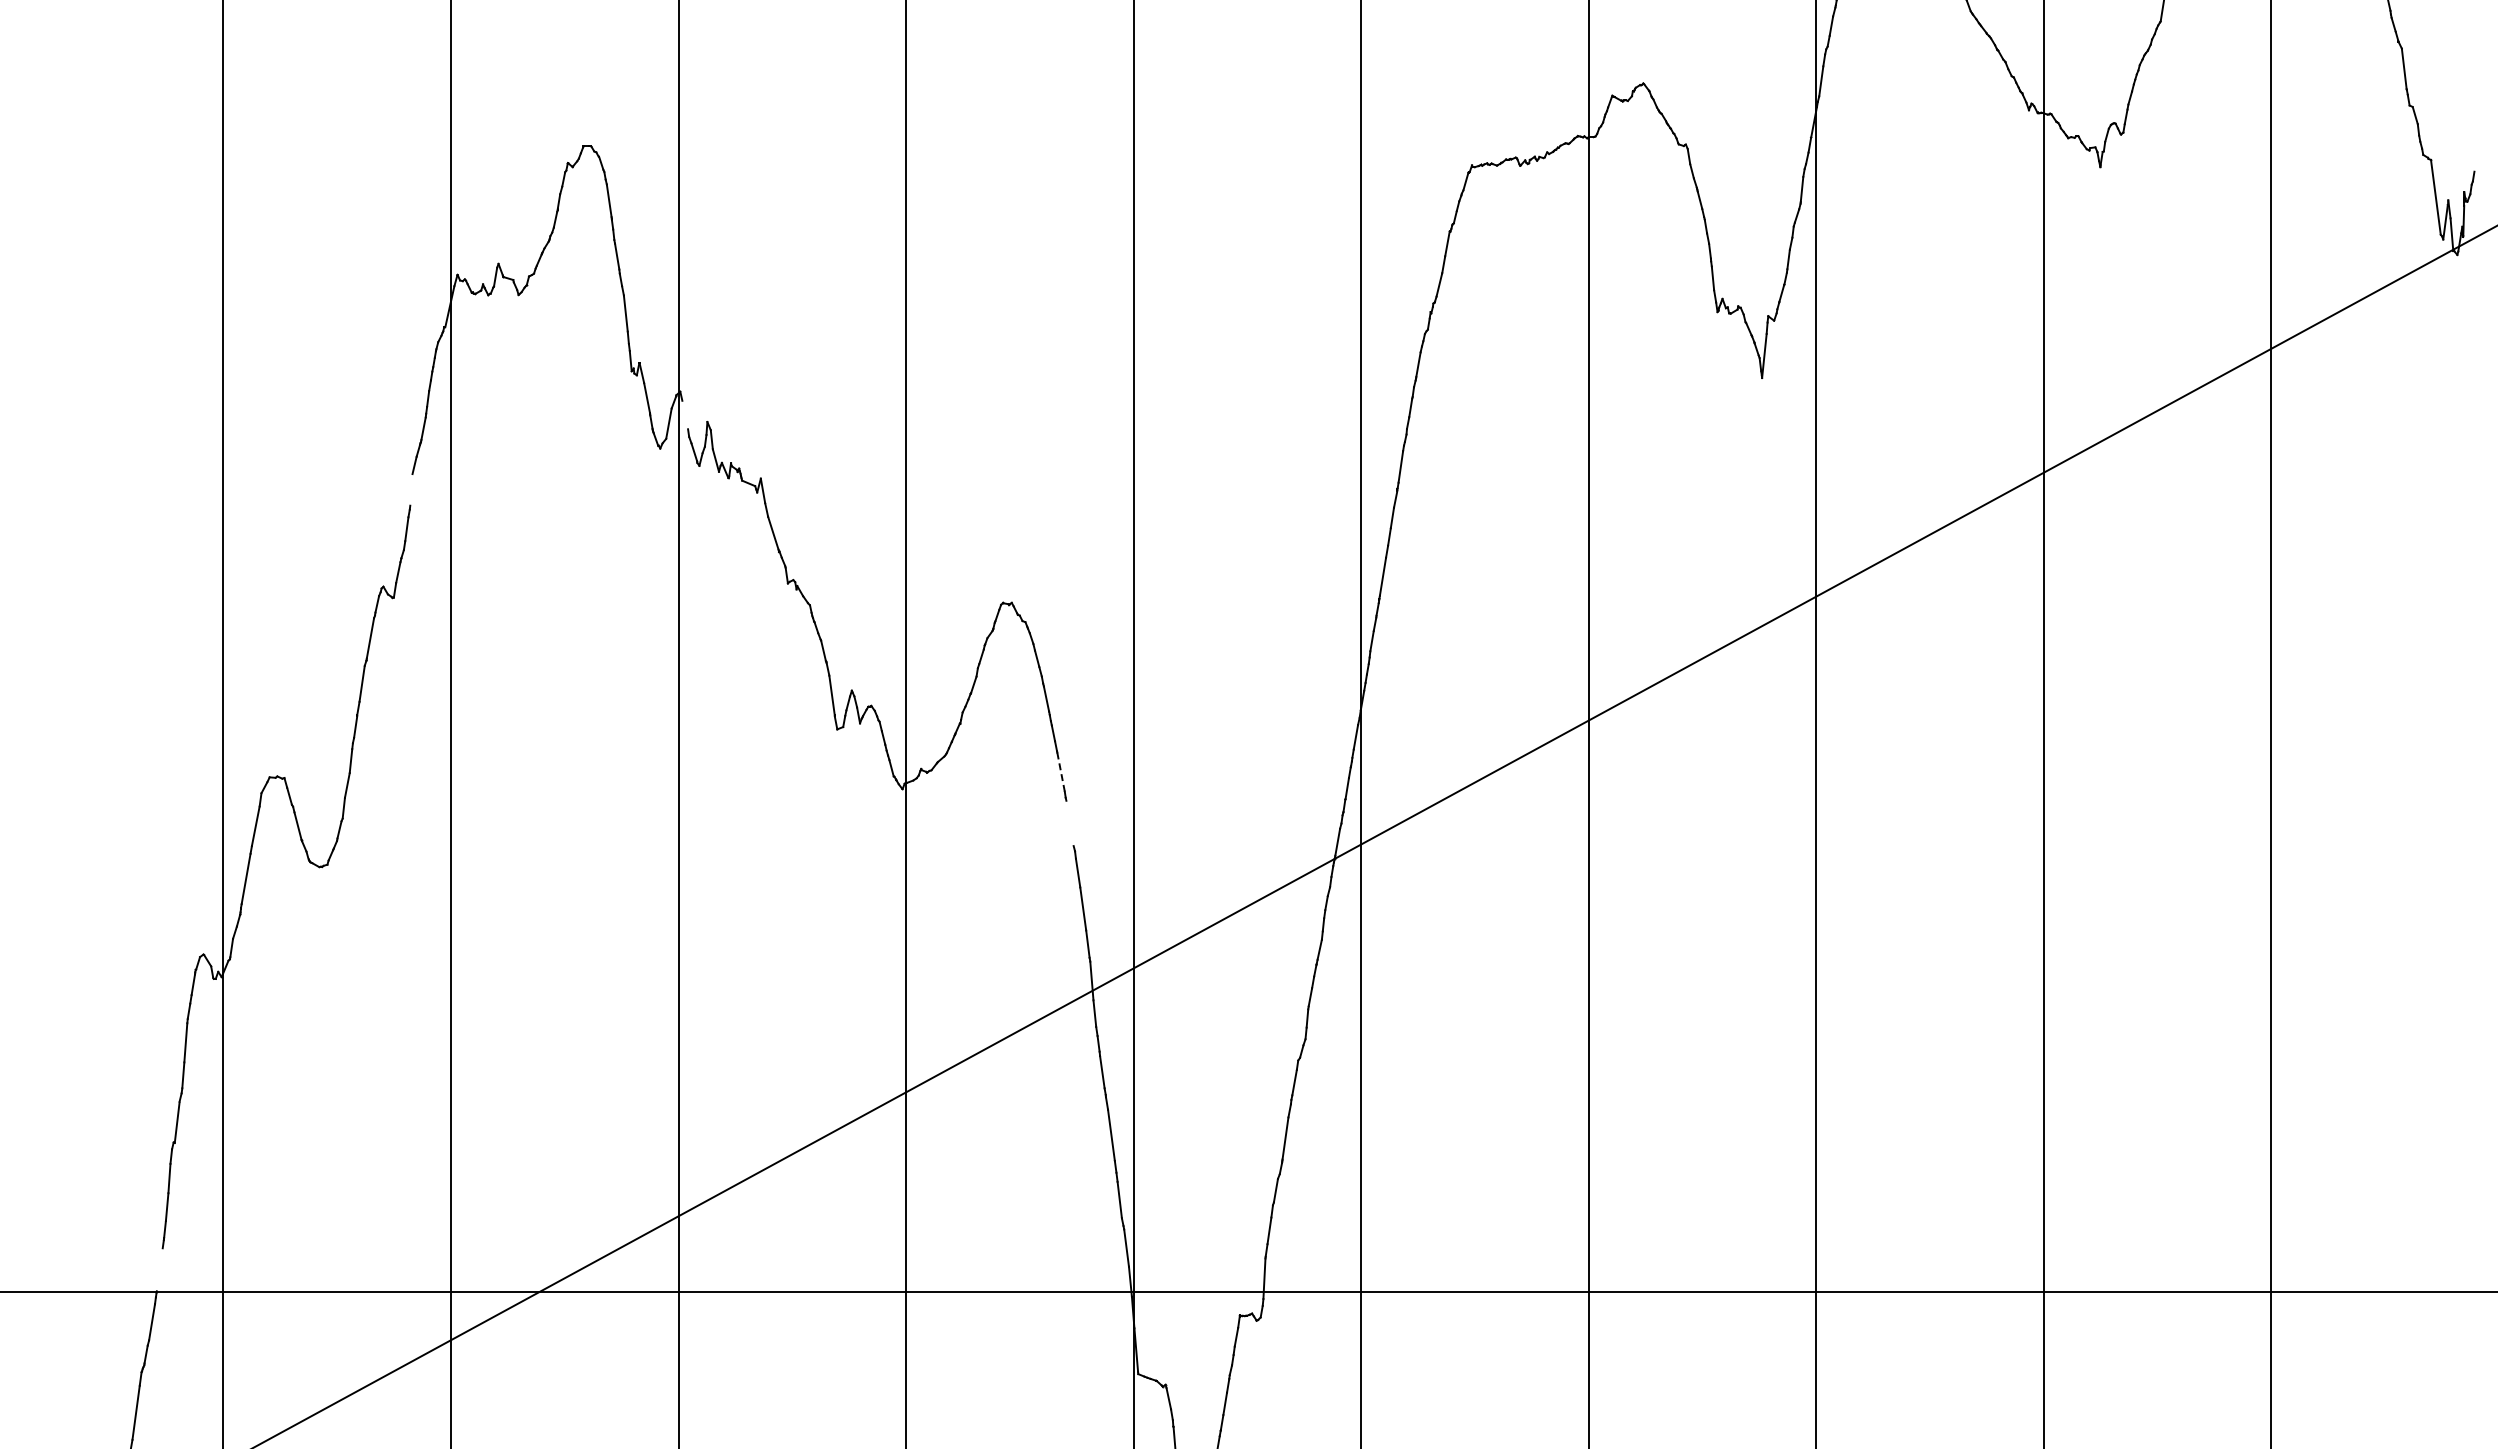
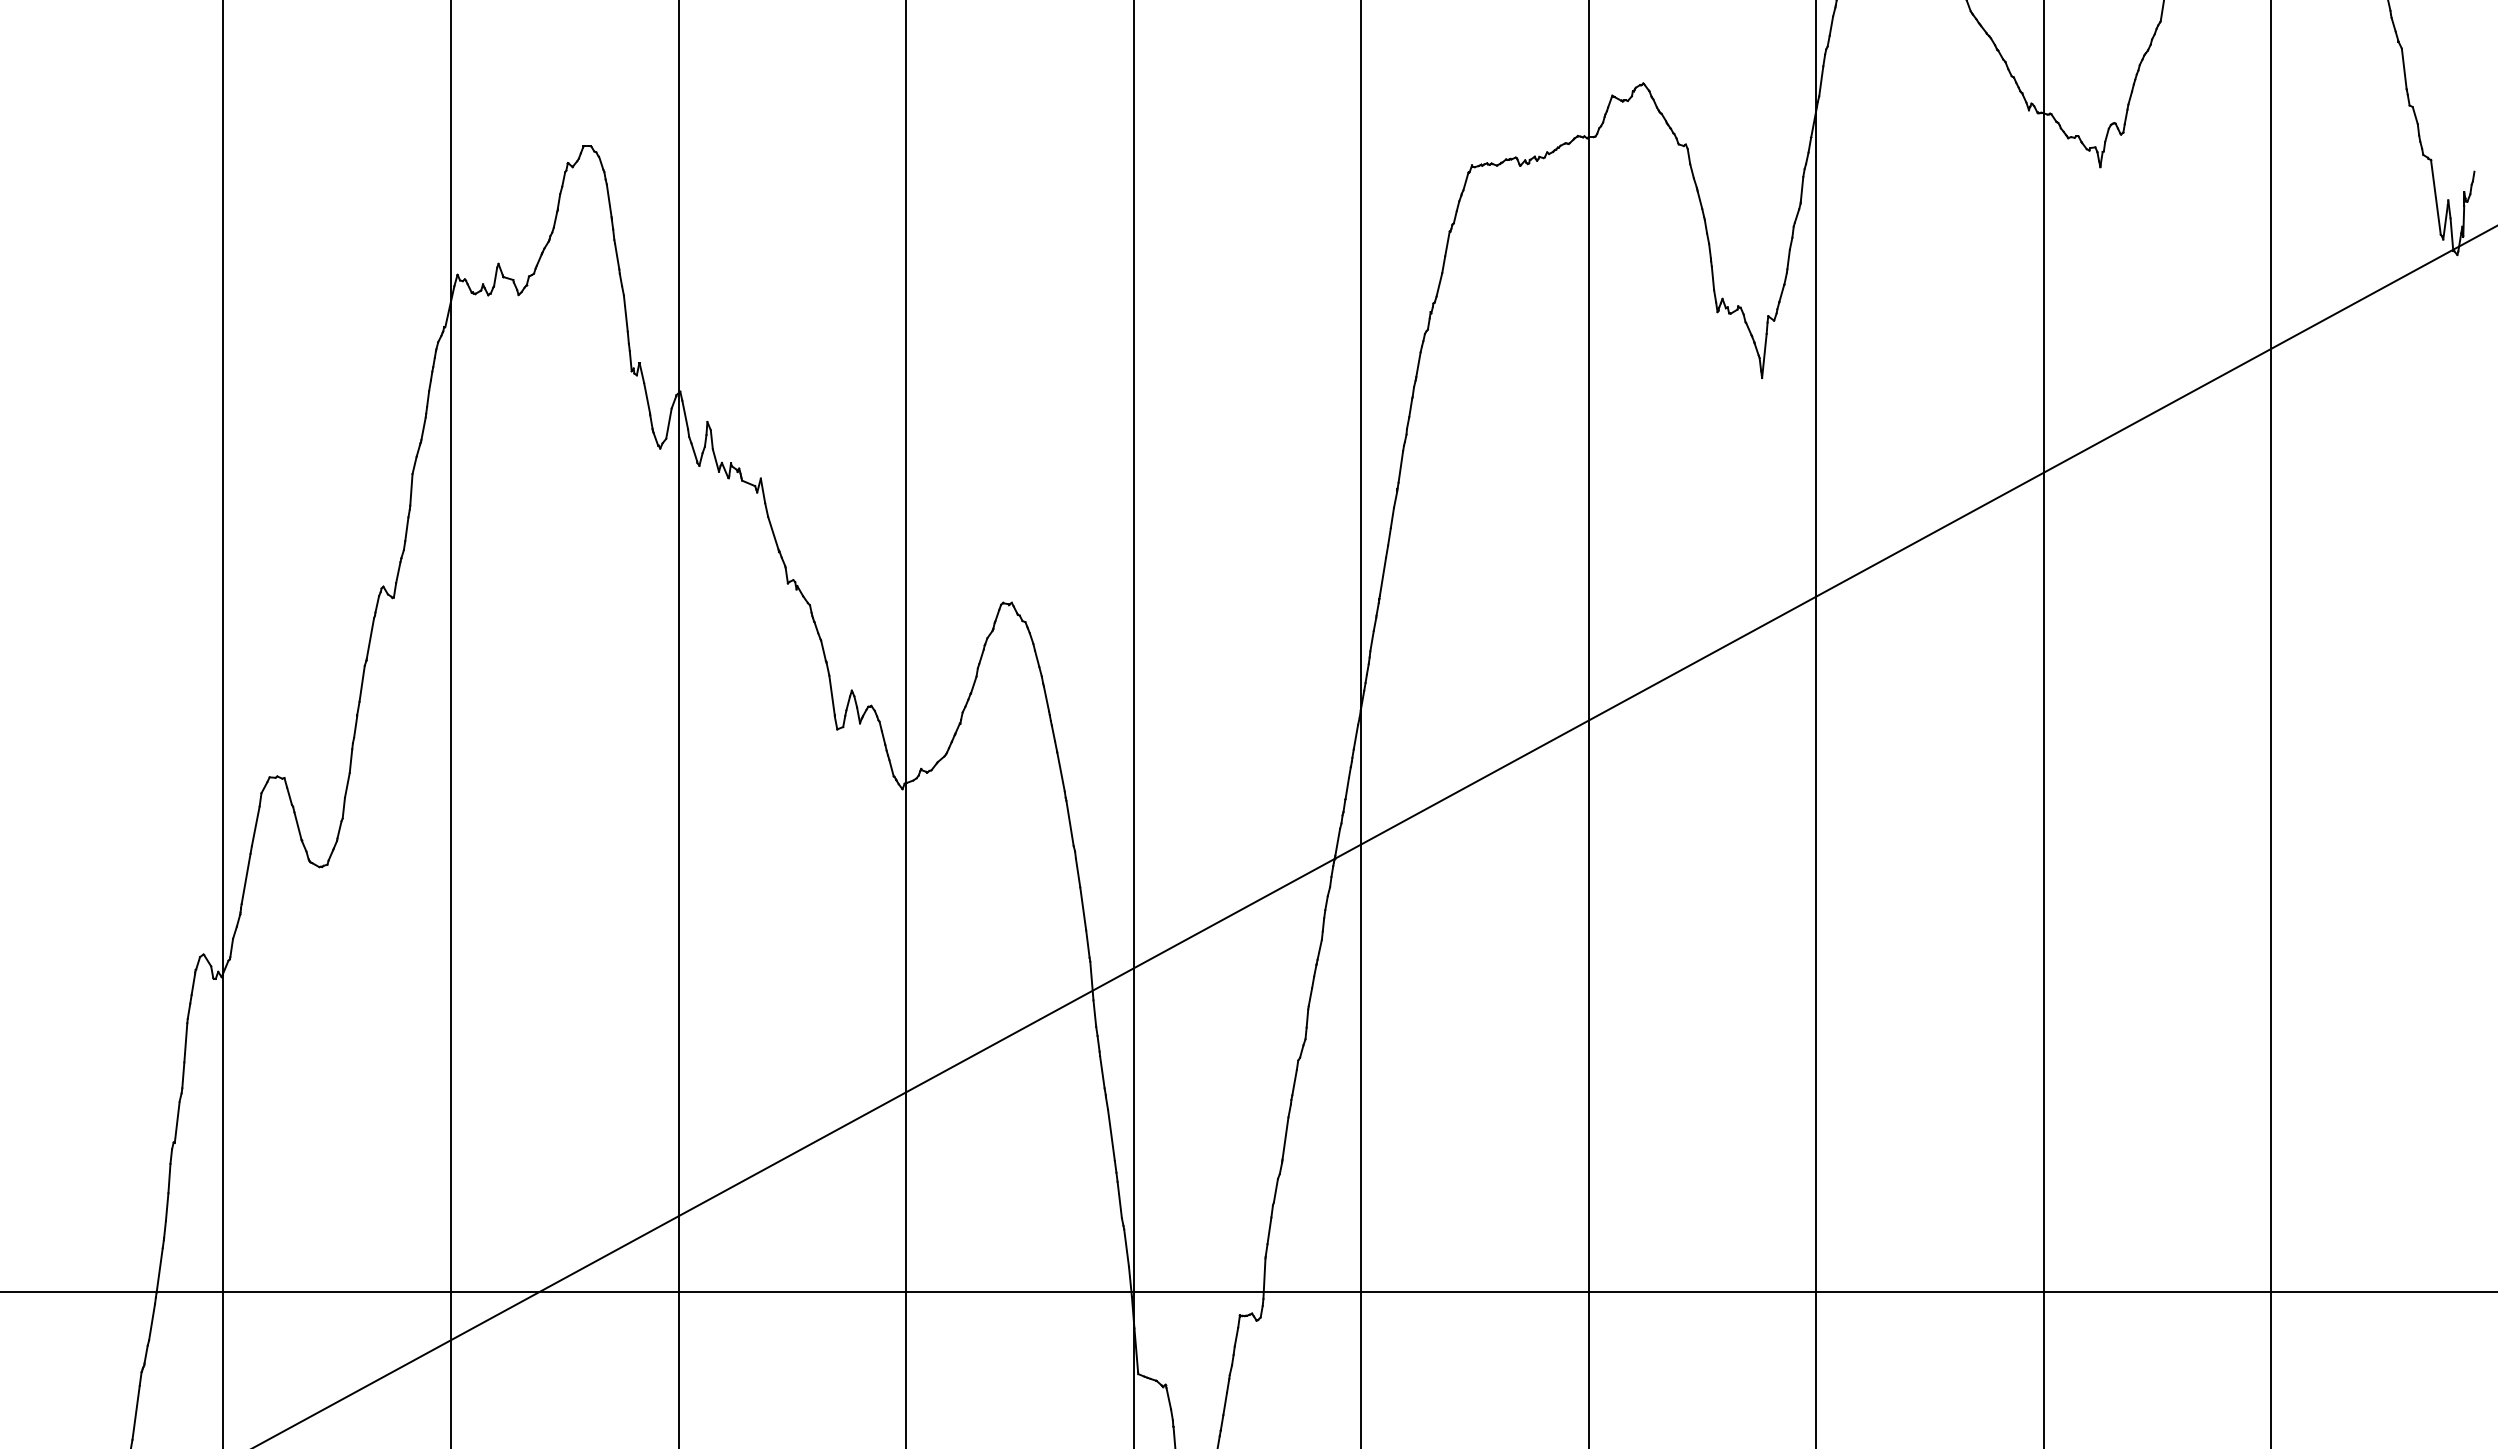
line at (685, 414): none -> present
line at (411, 489): none -> present
line at (1061, 772): dashed -> solid
line at (1069, 823): none -> present
line at (159, 1269): none -> present
